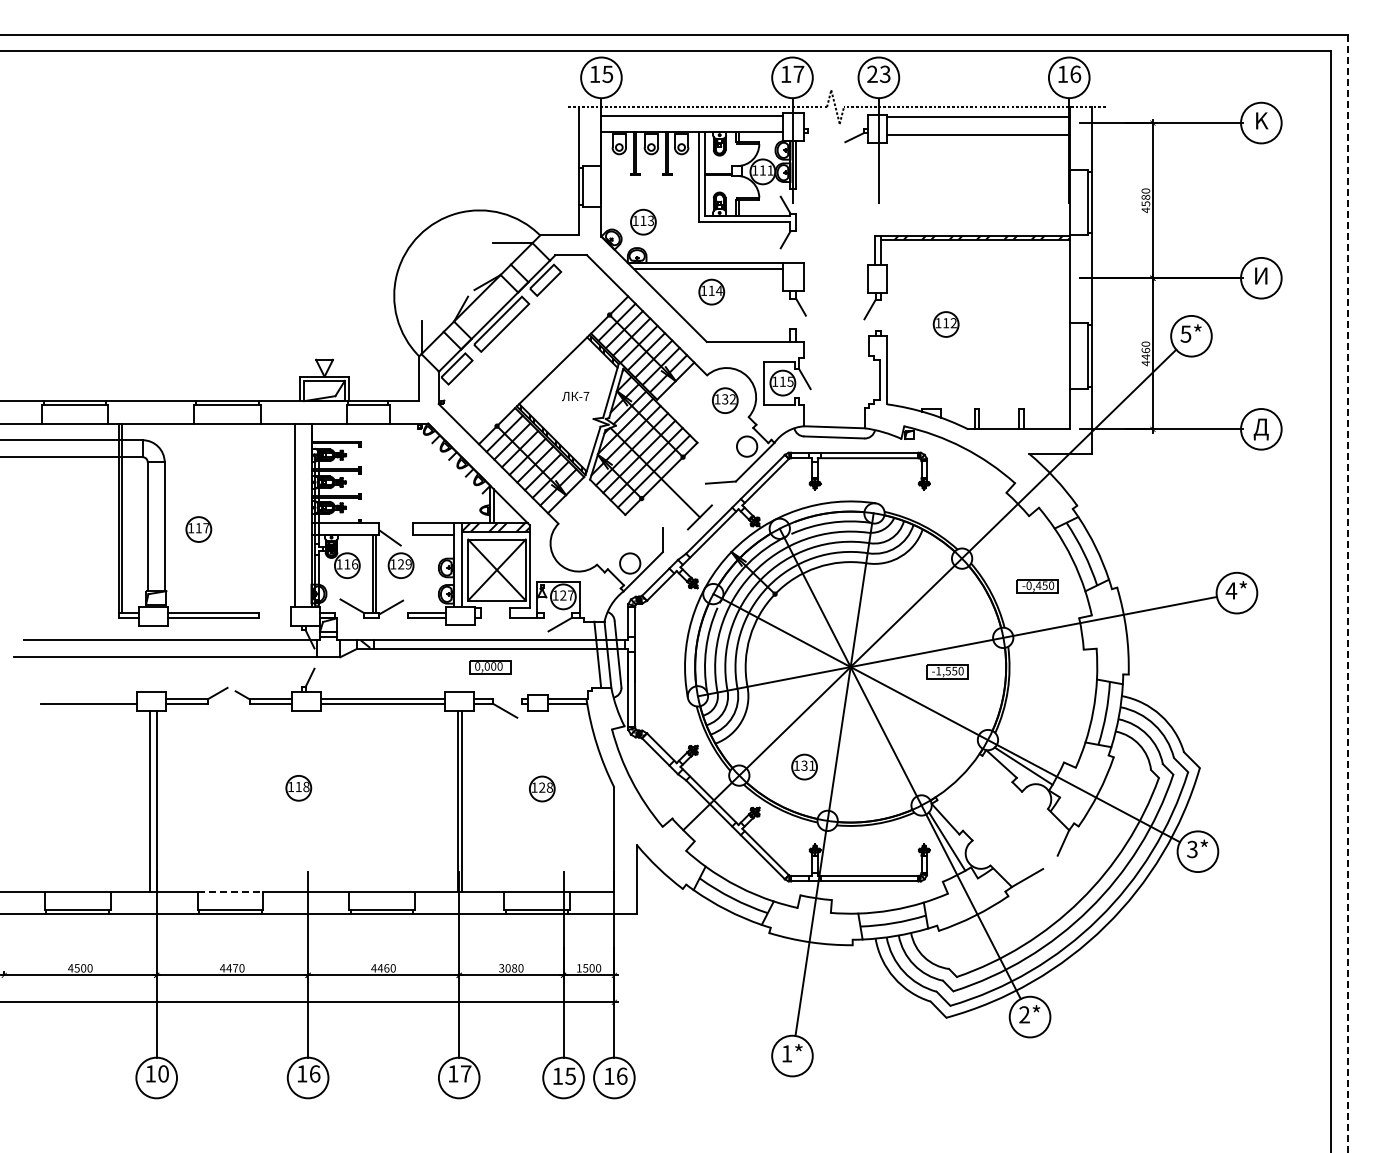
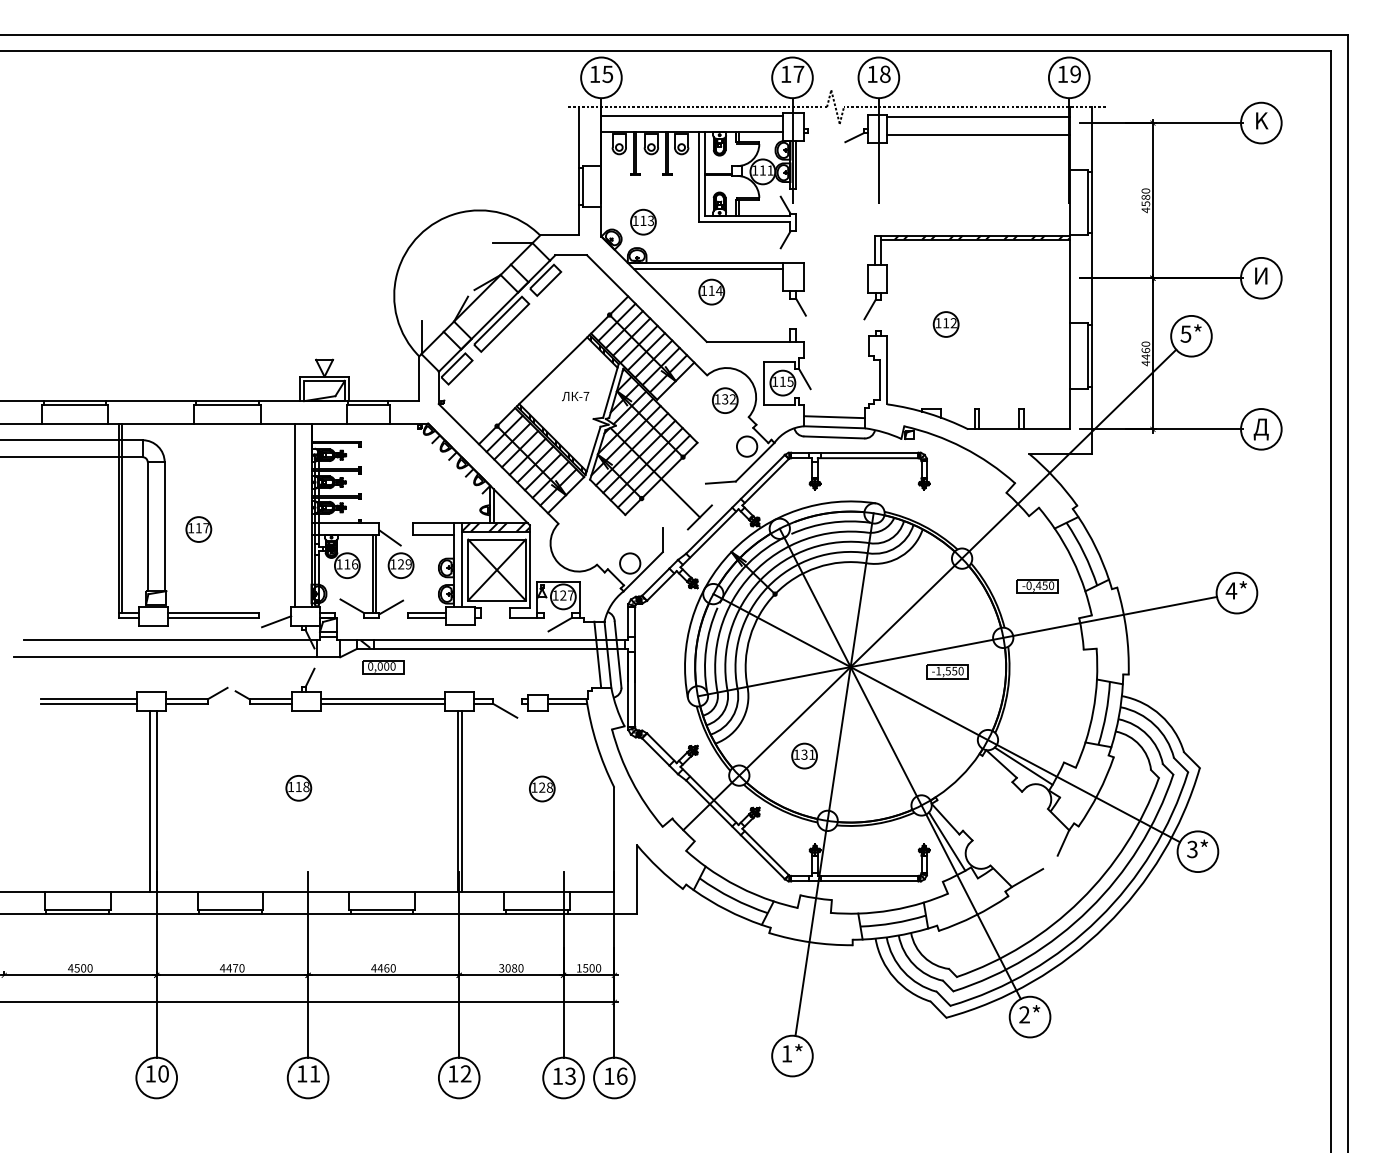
text at (878, 73): 23 -> 18
text at (1075, 74): 16 -> 19
line at (834, 417): none -> present
line at (1348, 593): dashed -> solid
line at (276, 621): none -> present
part at (490, 667) position: (490, 667) -> (383, 667)
line at (89, 699): none -> present
part at (804, 766) position: (804, 766) -> (804, 755)
line at (230, 892): dashed -> solid
text at (315, 1073): 16 -> 11
text at (465, 1073): 17 -> 12
text at (570, 1075): 15 -> 13
